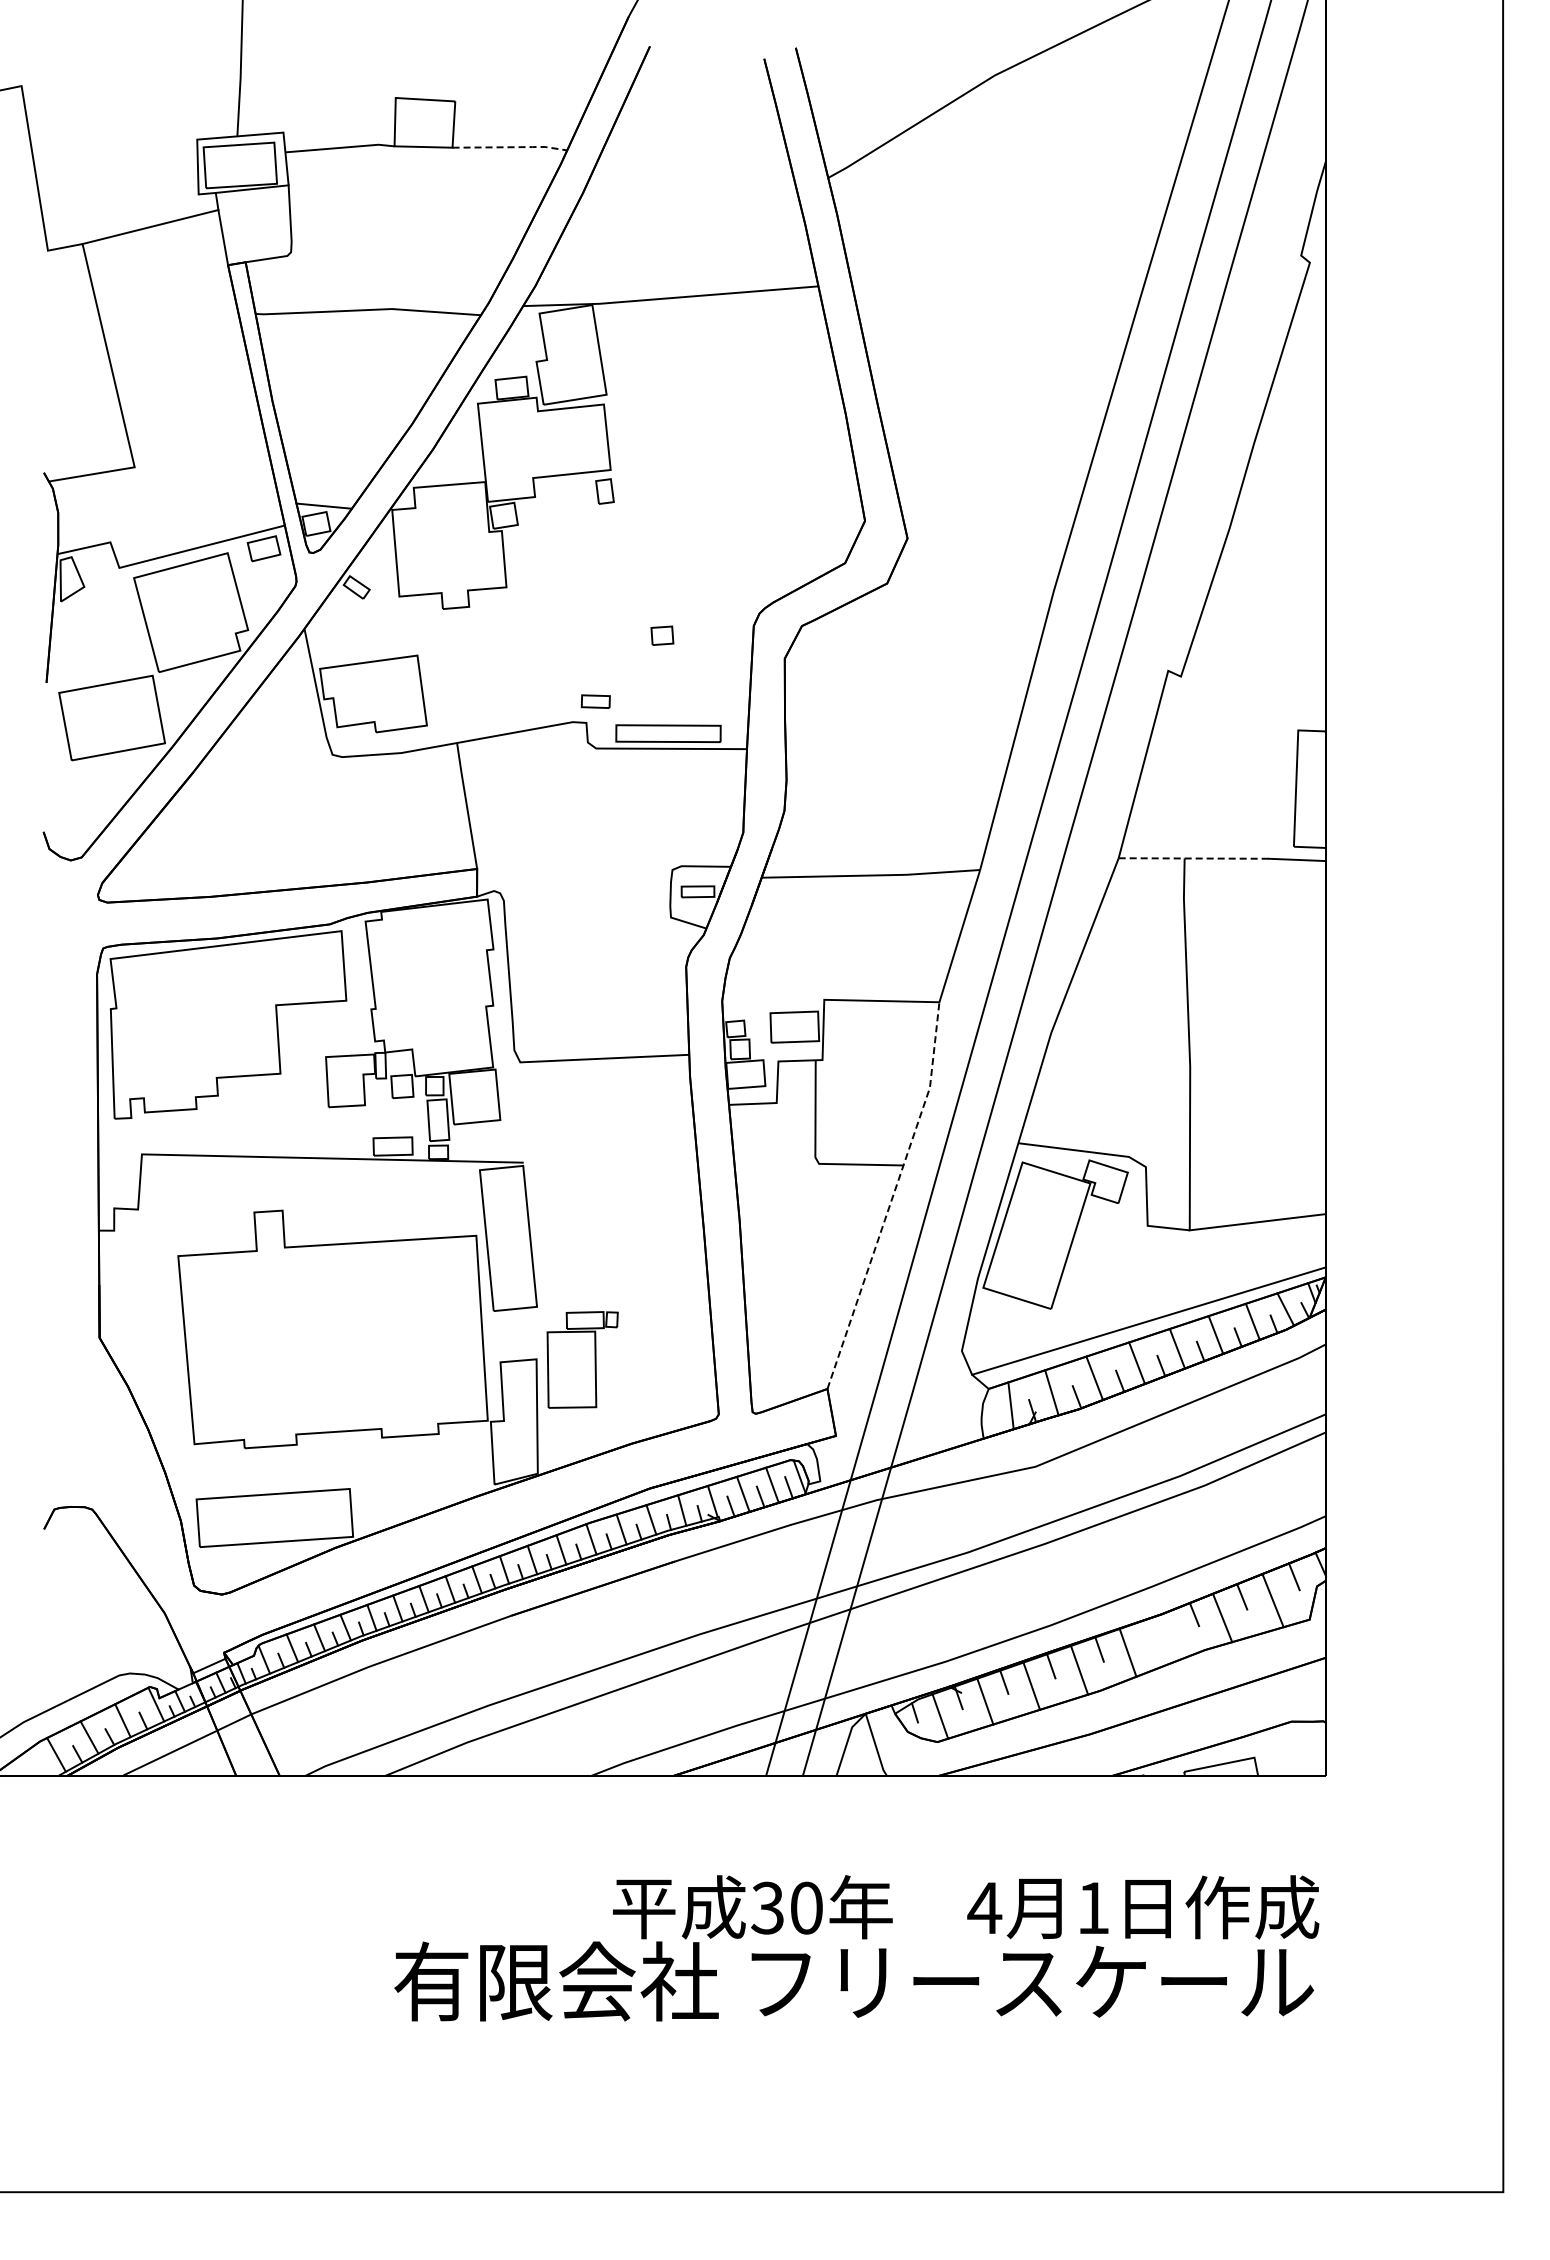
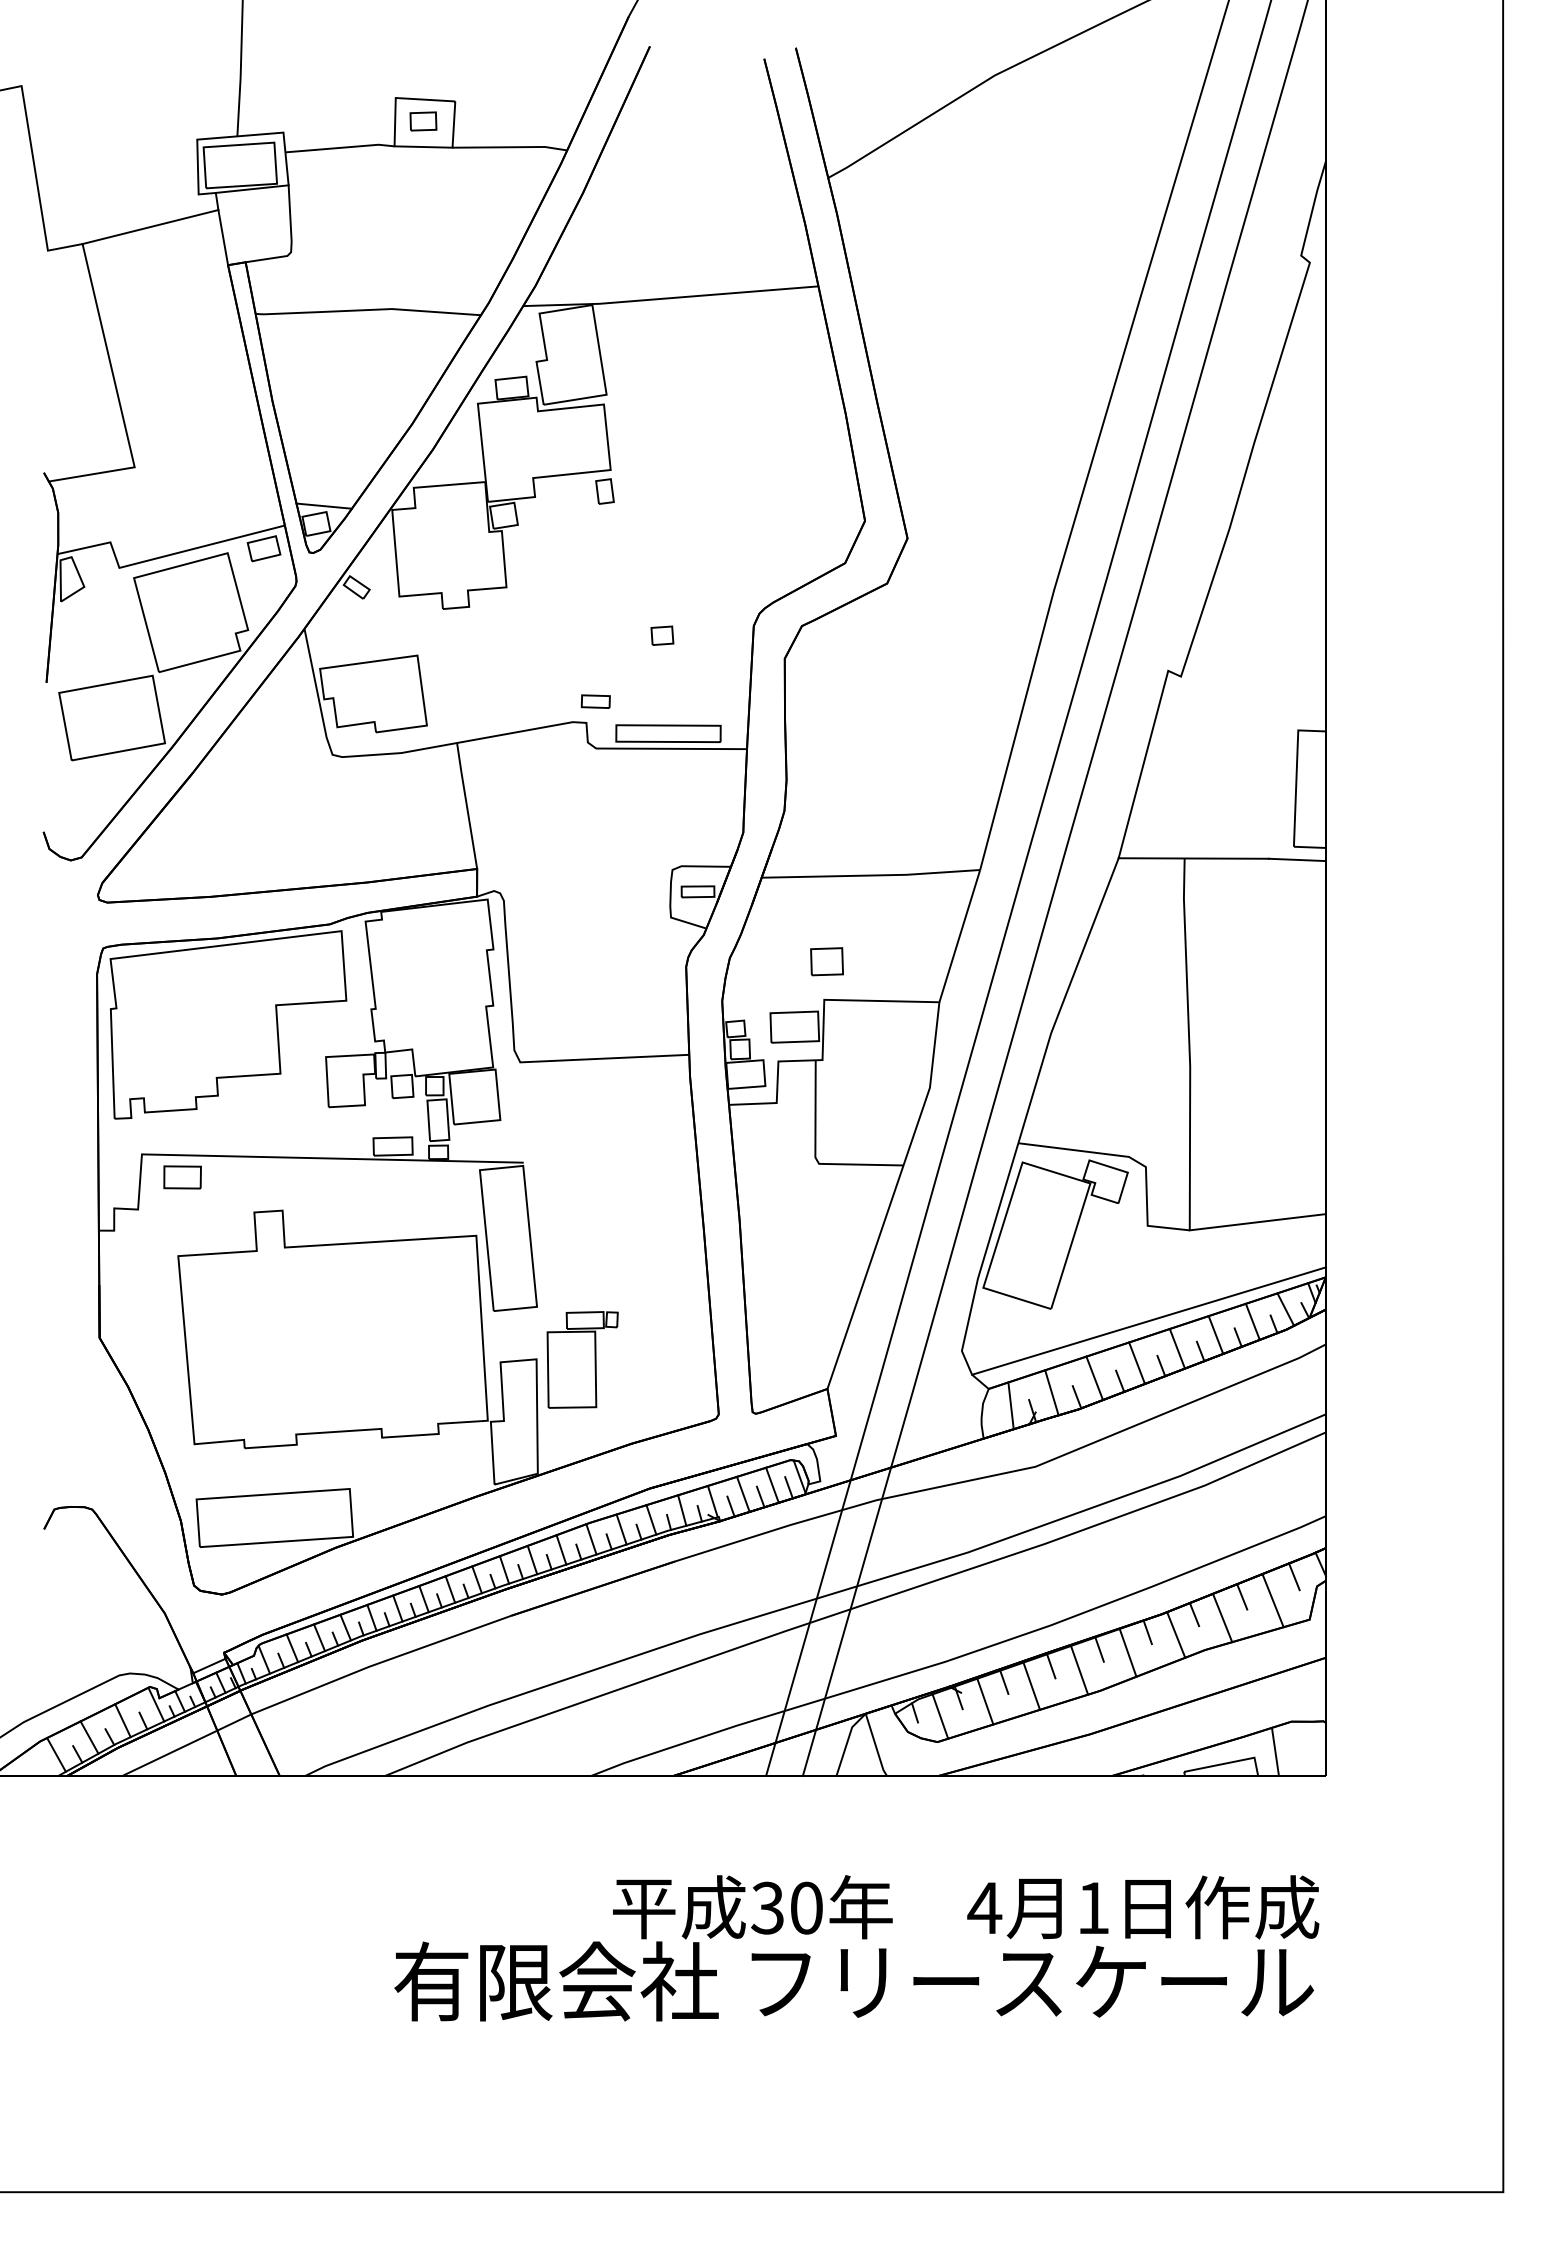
part at (423, 121): none -> present
line at (511, 147): dashed -> solid
line at (1194, 858): dashed -> solid
part at (826, 961): none -> present
part at (182, 1177): none -> present
line at (893, 1196): dashed -> solid
line at (1147, 1632): none -> present
line at (1176, 1634): none -> present
line at (1274, 1751): none -> present
